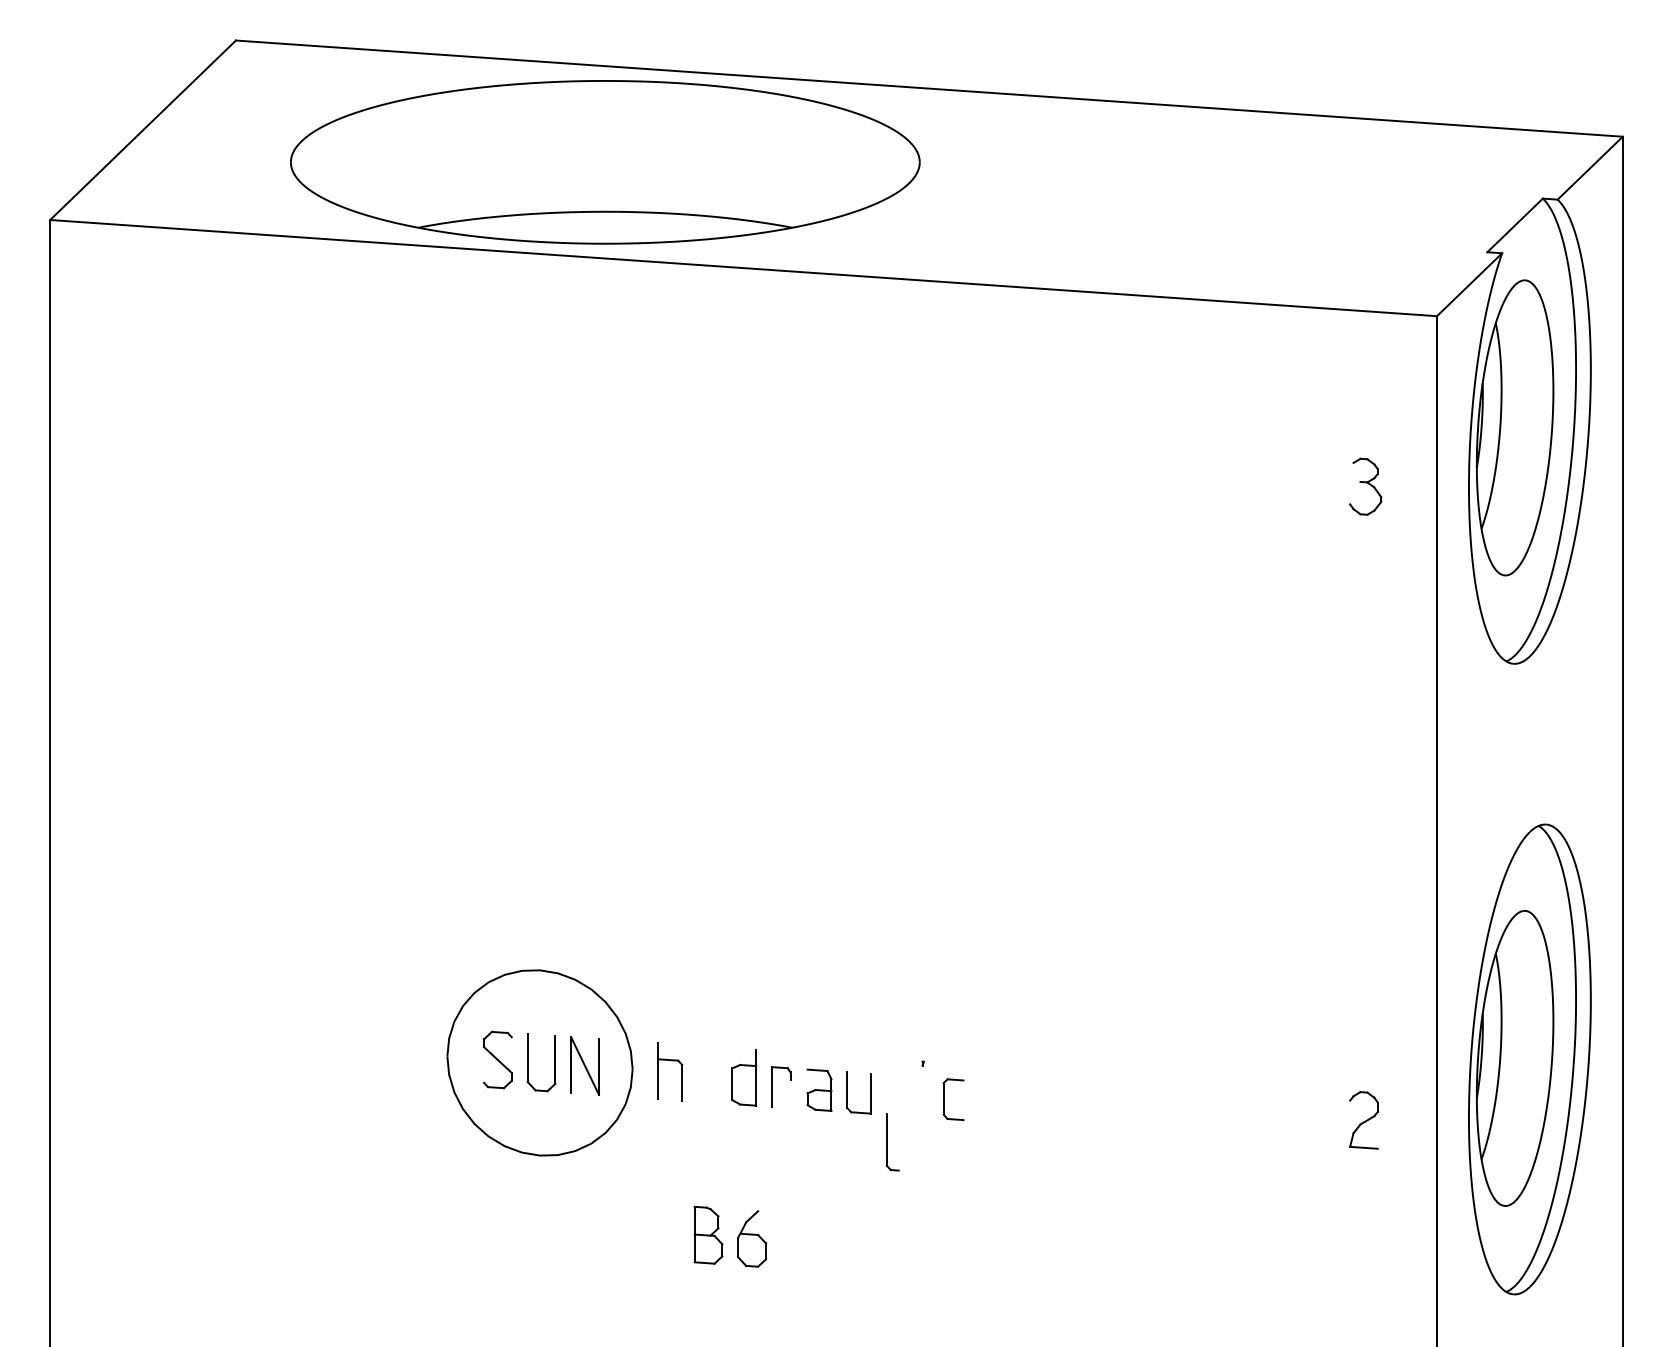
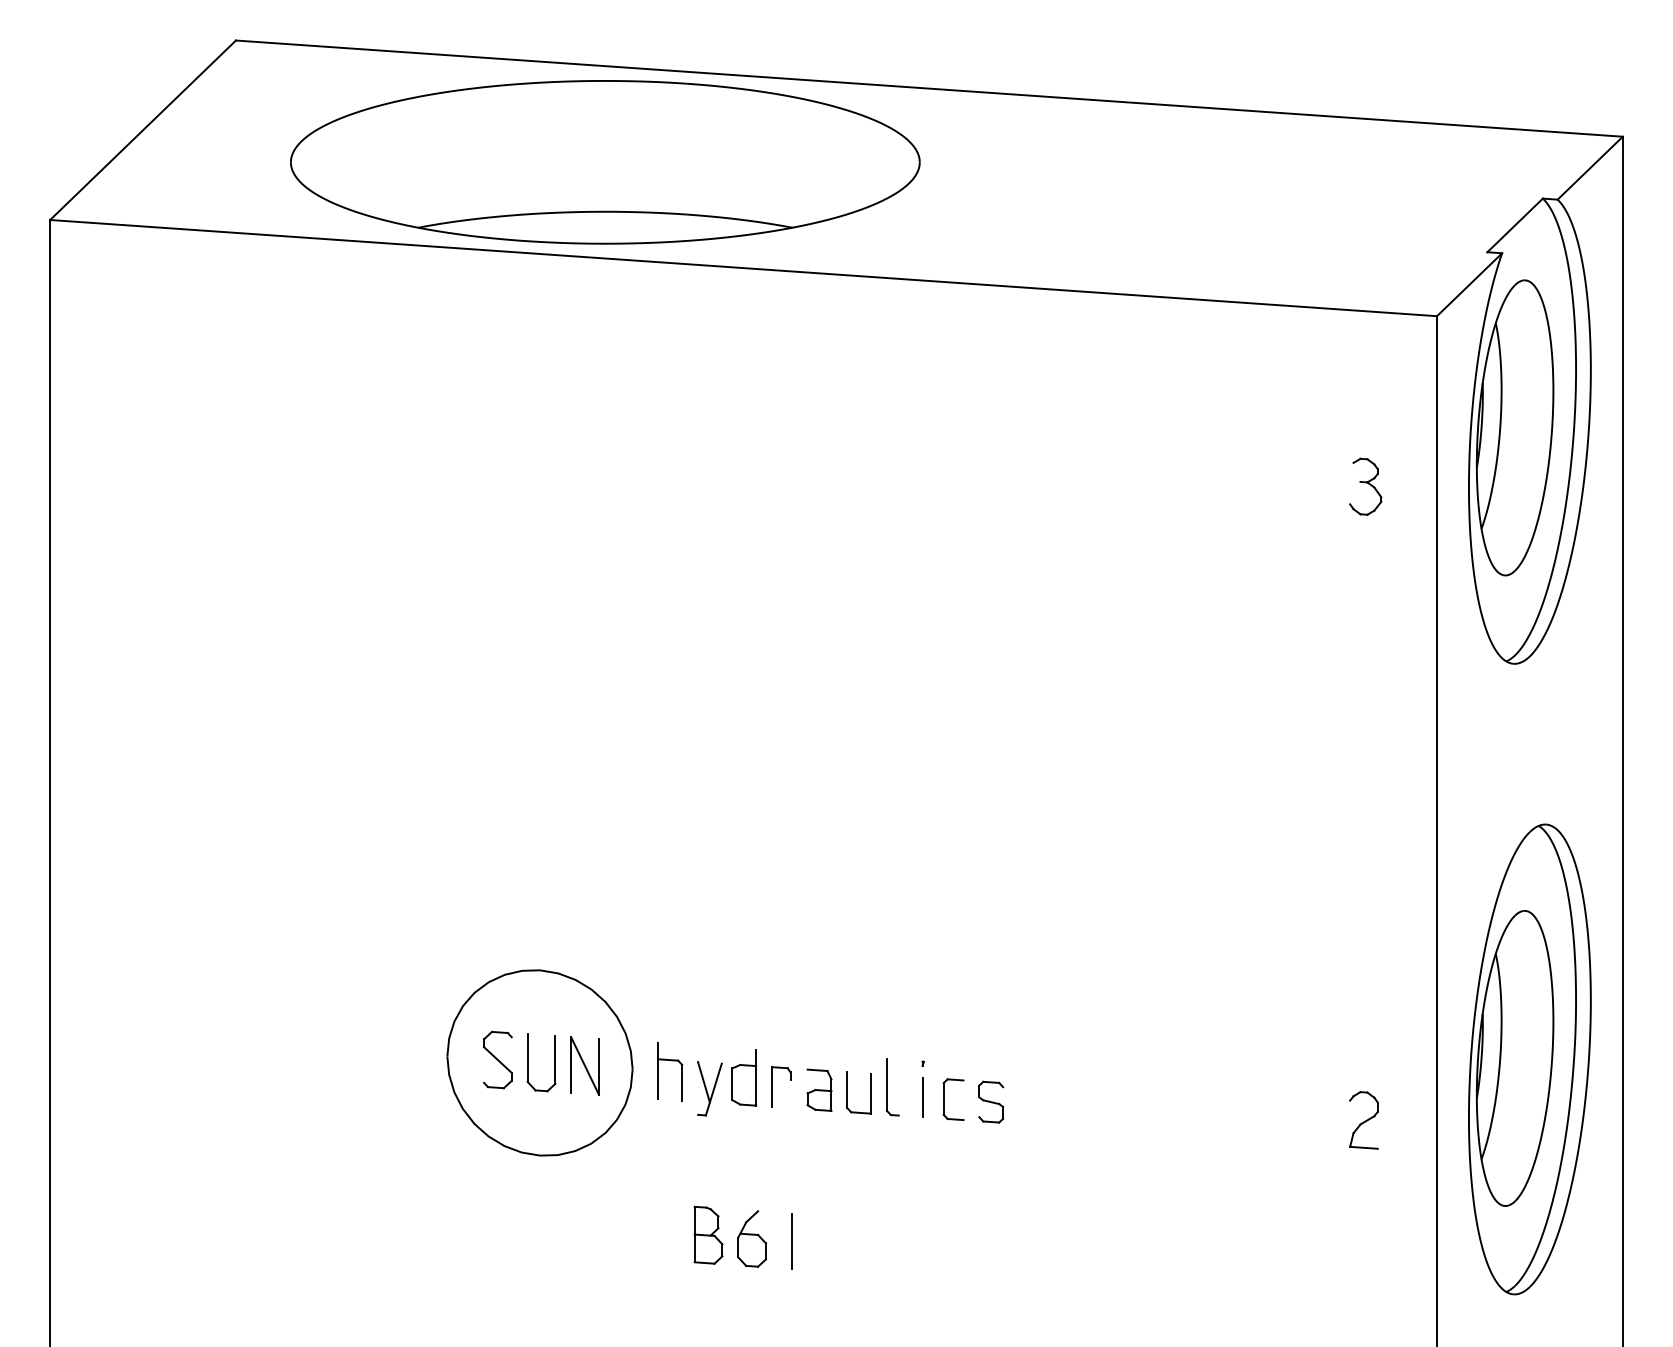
part at (709, 1088): none -> present
line at (922, 1097): none -> present
part at (991, 1101): none -> present
part at (892, 1142) position: (892, 1142) -> (892, 1087)
line at (792, 1241): none -> present
